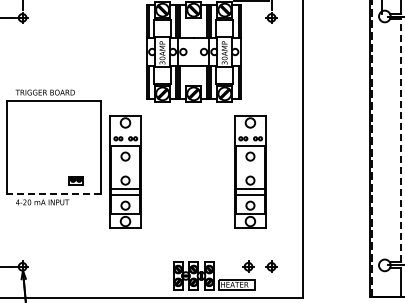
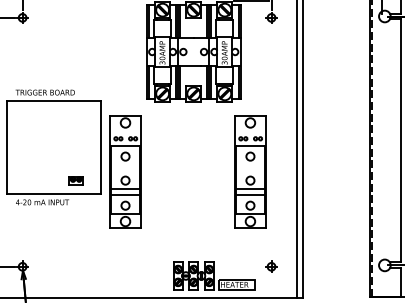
line at (400, 140): dashed -> solid
line at (296, 149): none -> present
line at (53, 194): dashed -> solid
part at (248, 266): present -> none
